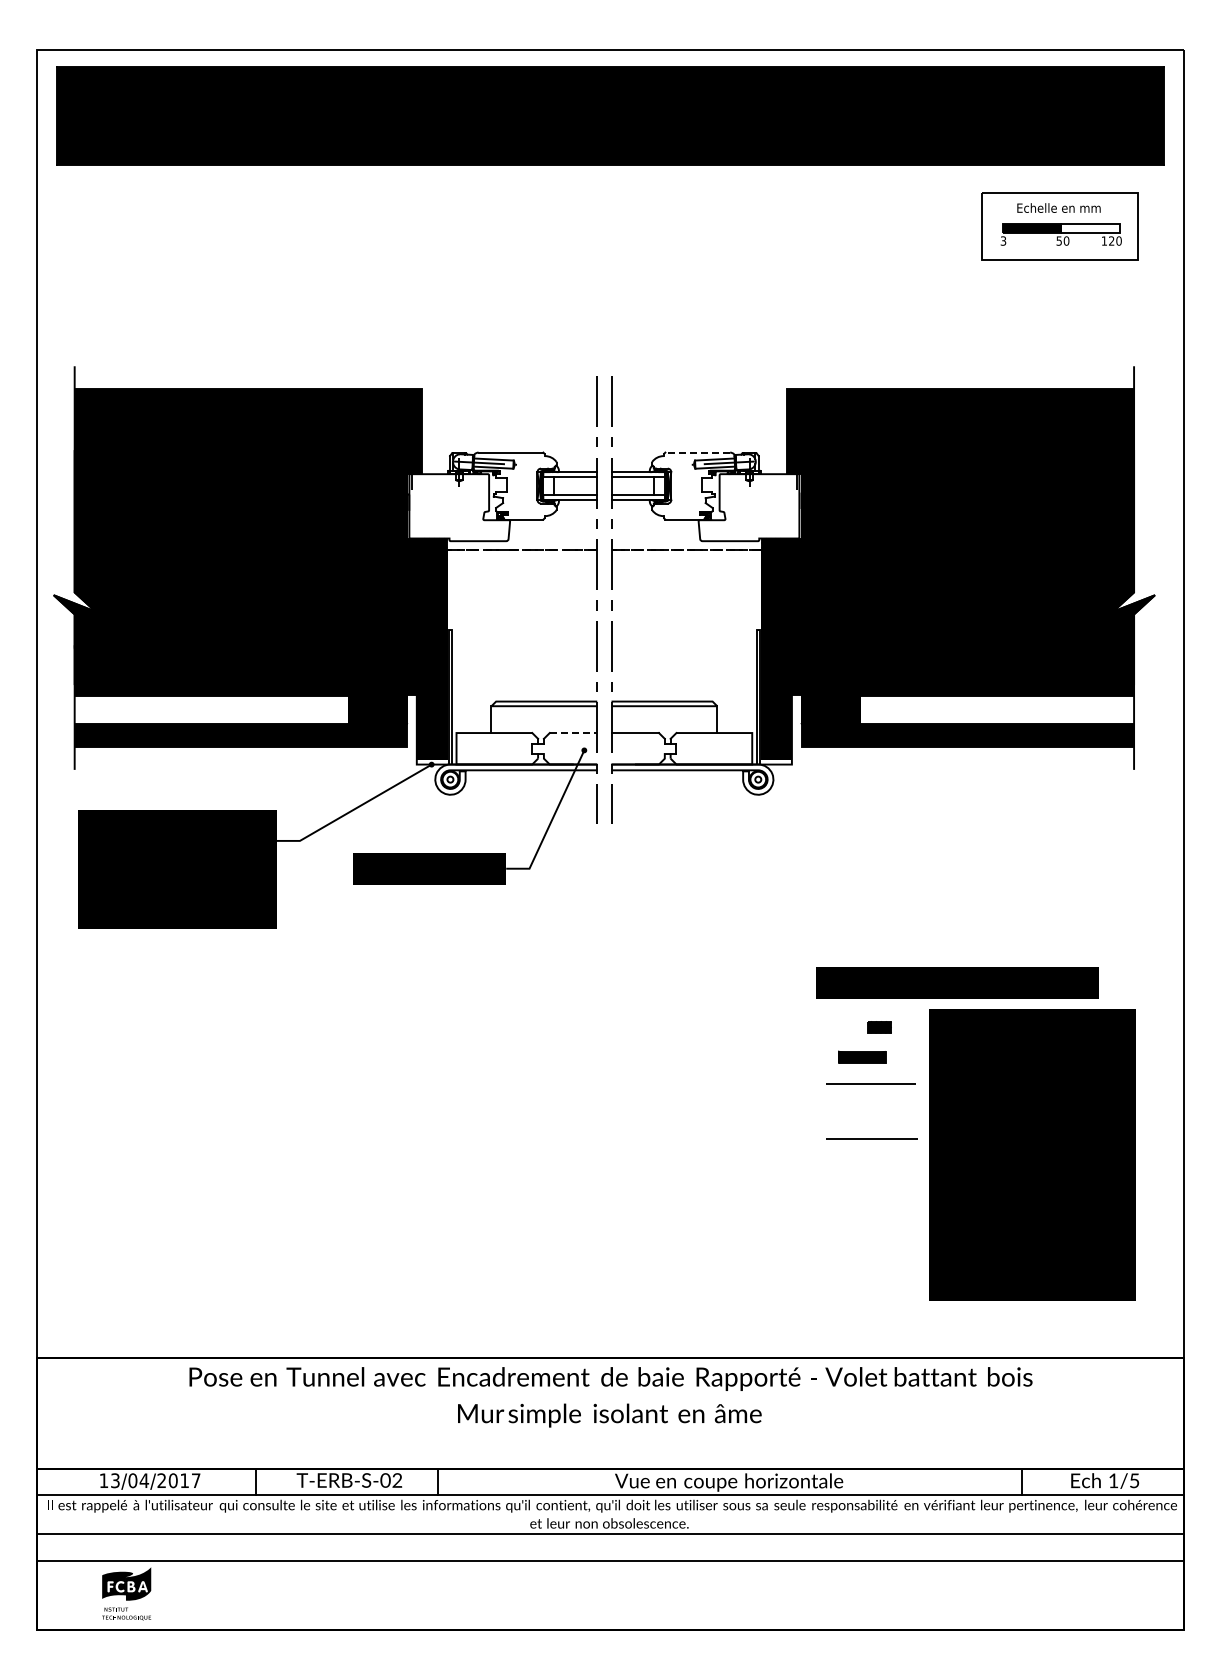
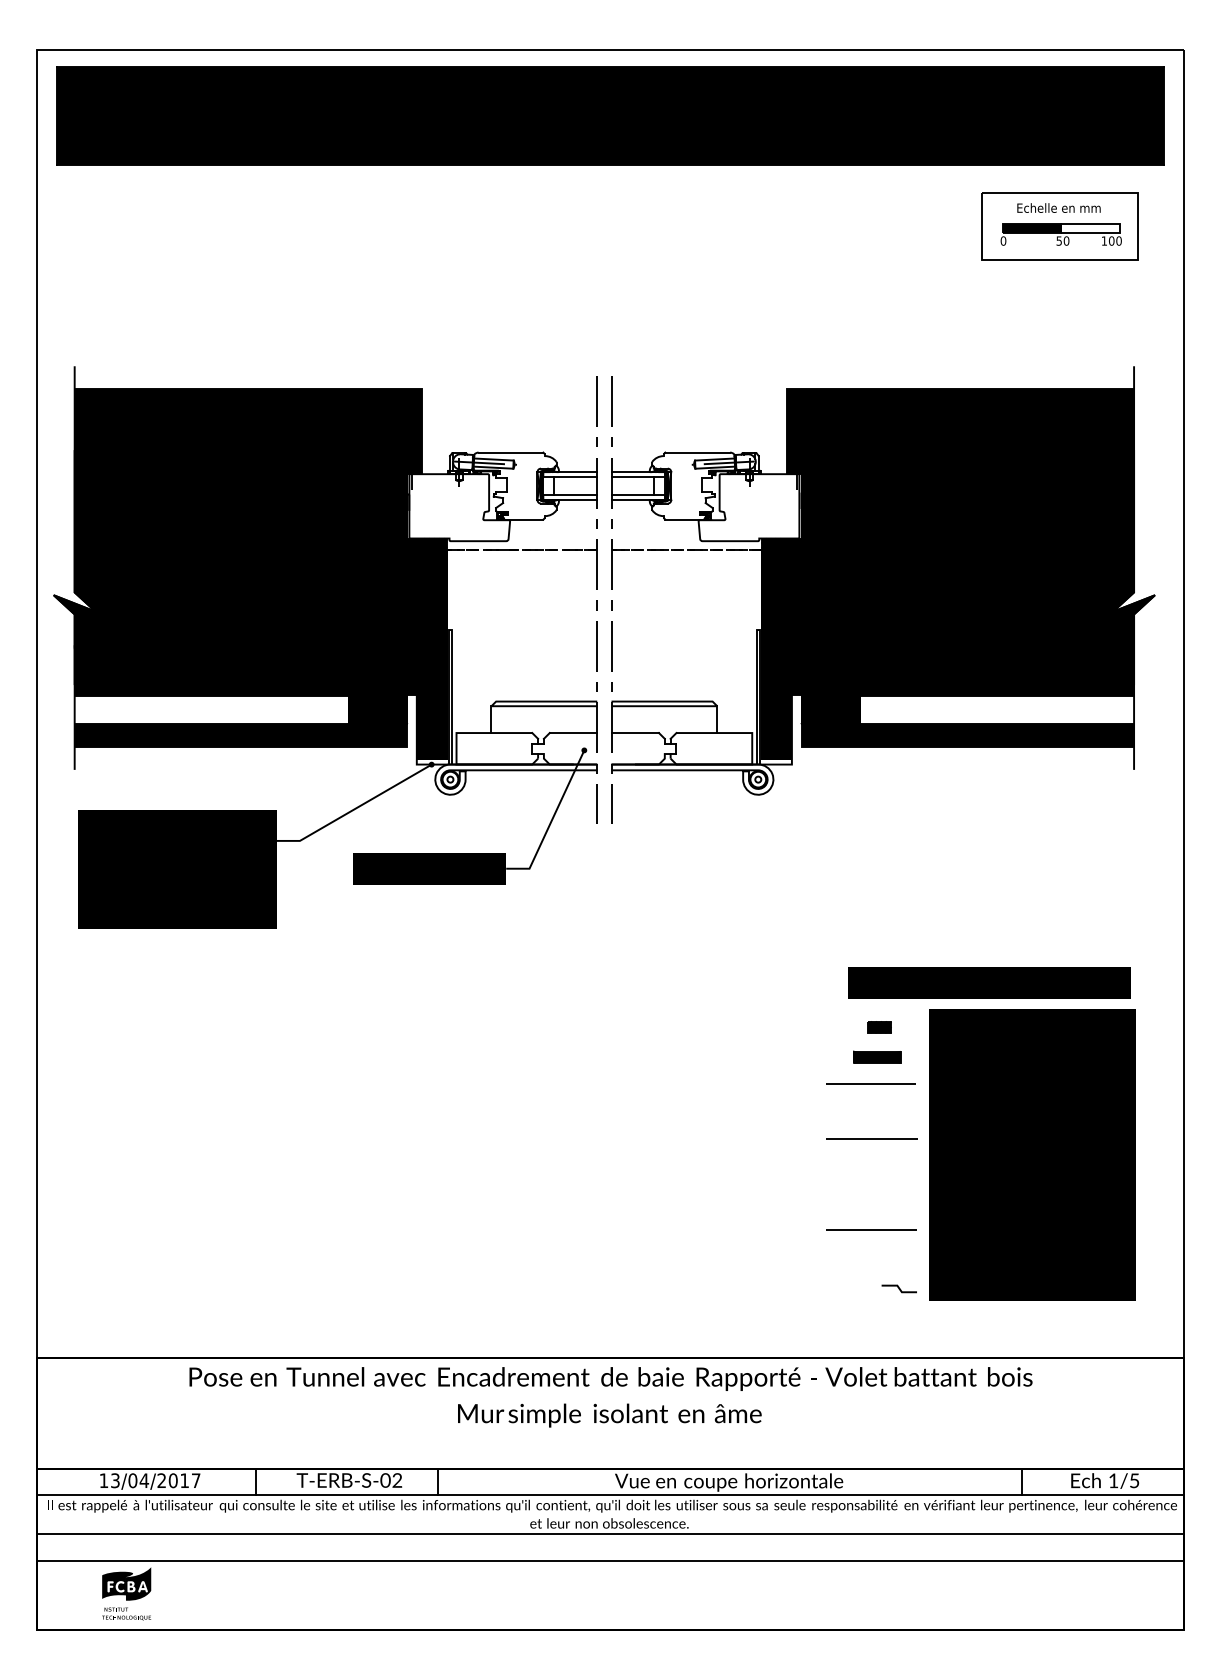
text at (1003, 240): 3 -> 0
text at (1111, 240): 120 -> 100
line at (697, 452): dashed -> solid
line at (573, 733): dashed -> solid
text at (957, 982) position: (957, 982) -> (989, 982)
part at (862, 1056) position: (862, 1056) -> (877, 1056)
line at (871, 1229): none -> present
line at (898, 1288): none -> present
